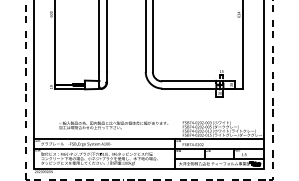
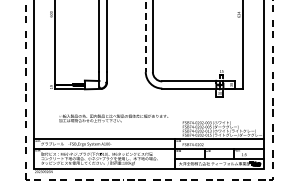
line at (145, 36): solid -> dashed
text at (113, 125) position: (113, 125) -> (113, 118)
